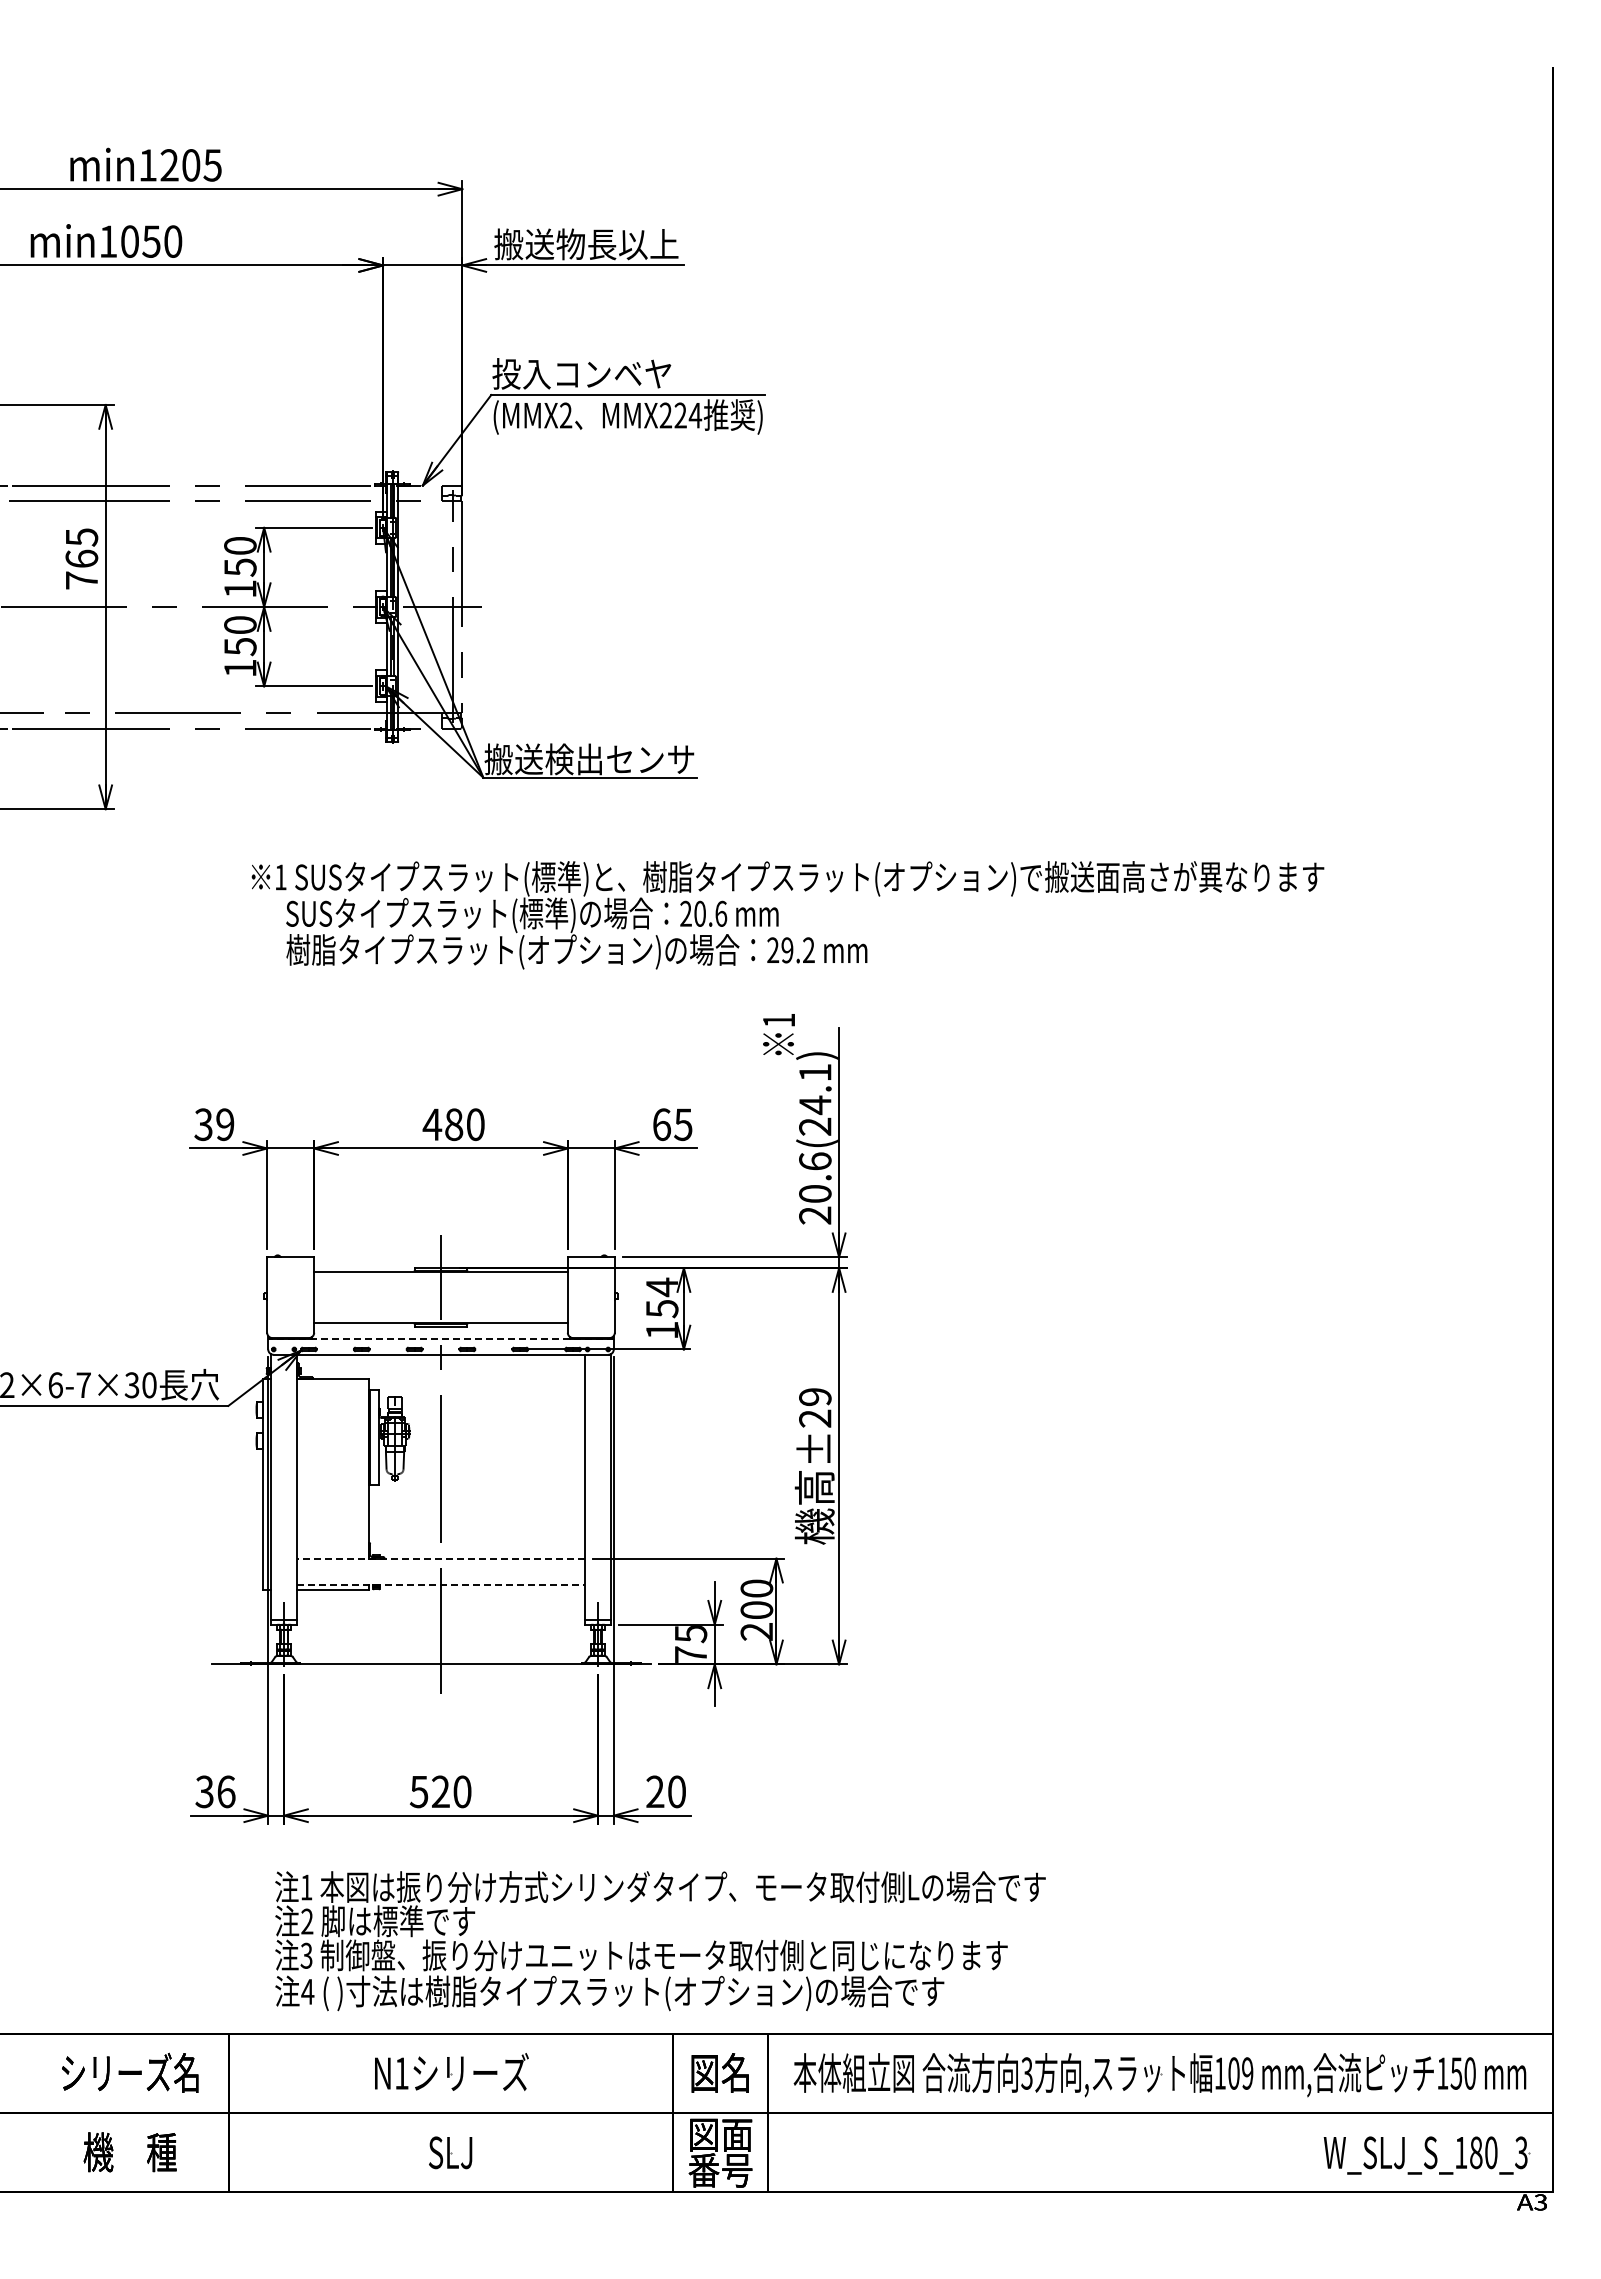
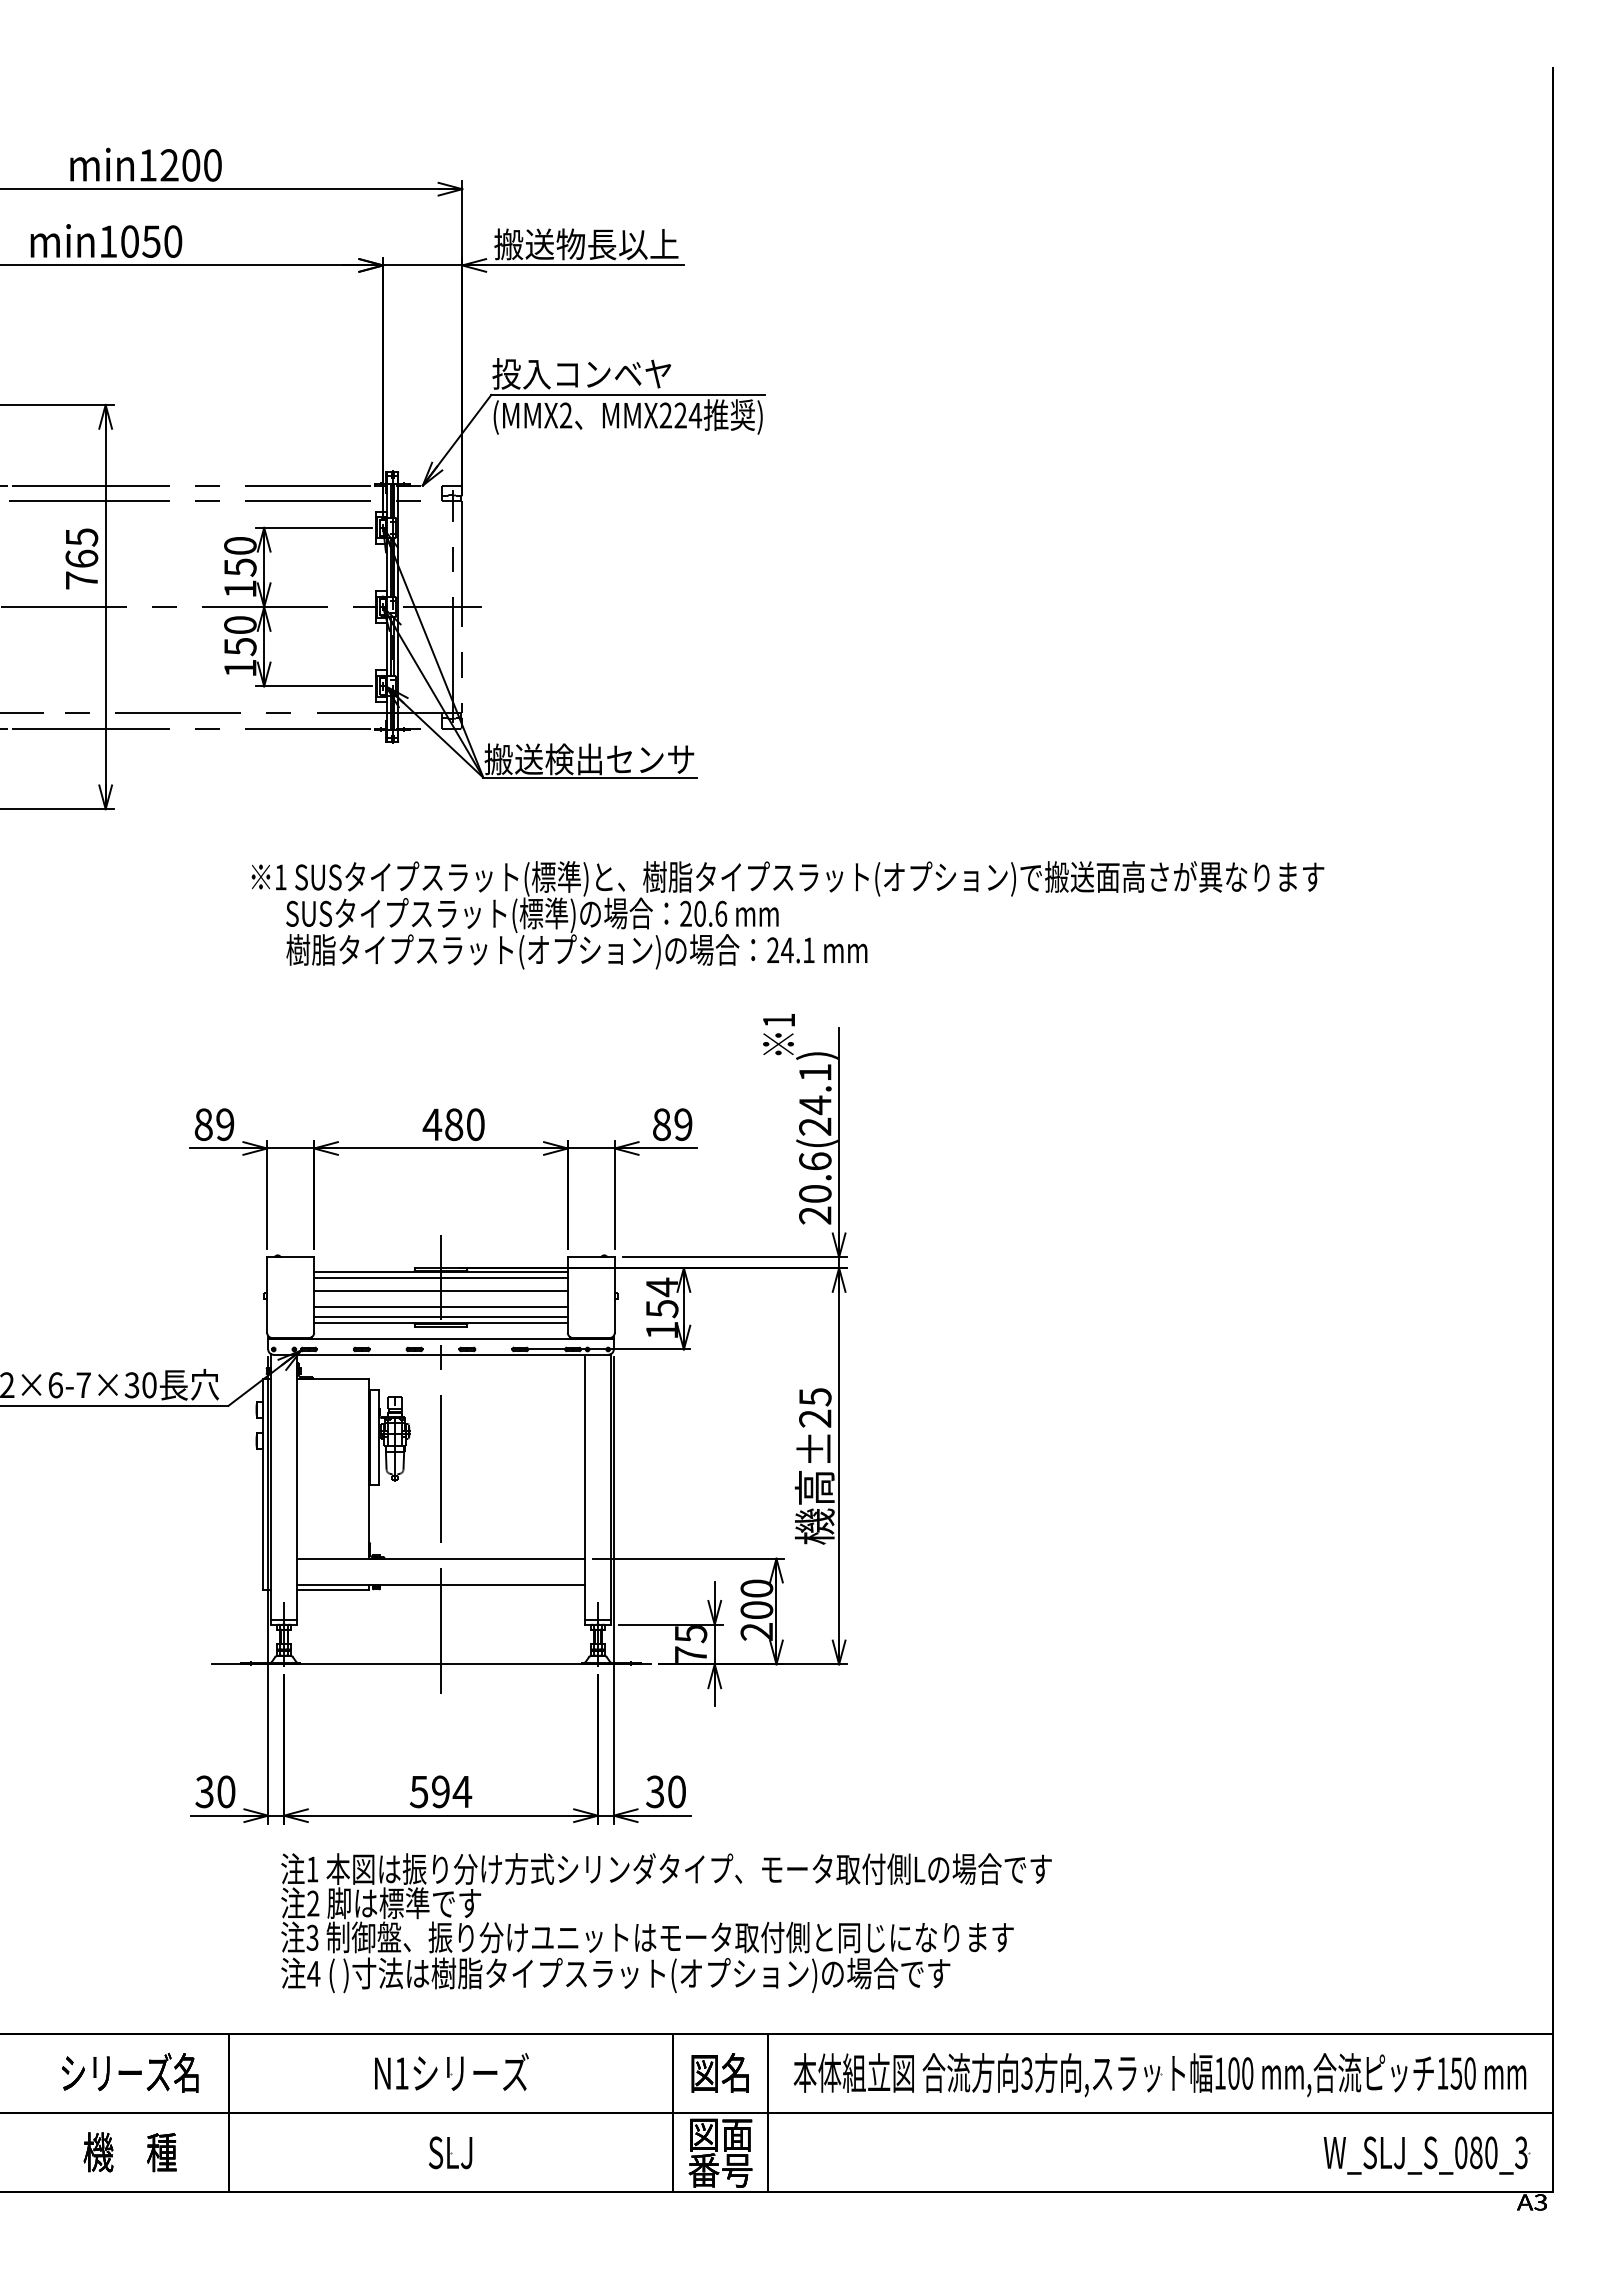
text at (212, 165): min1205 -> min1200
text at (797, 950): 29.2 -> 24.1
text at (203, 1124): 39 -> 89
text at (672, 1124): 65 -> 89
line at (440, 1278): none -> present
line at (440, 1291): none -> present
line at (440, 1306): none -> present
line at (440, 1316): none -> present
line at (441, 1338): dashed -> solid
text at (815, 1397): ±29 -> ±25
line at (441, 1558): dashed -> solid
line at (441, 1585): dashed -> solid
text at (226, 1791): 36 -> 30
text at (452, 1791): 520 -> 594
text at (655, 1792): 20 -> 30
text at (660, 1941) position: (660, 1941) -> (666, 1923)
text at (1247, 2073): 109 -> 100
text at (1461, 2152): W_SLJ_S_180_3 -> W_SLJ_S_080_3
